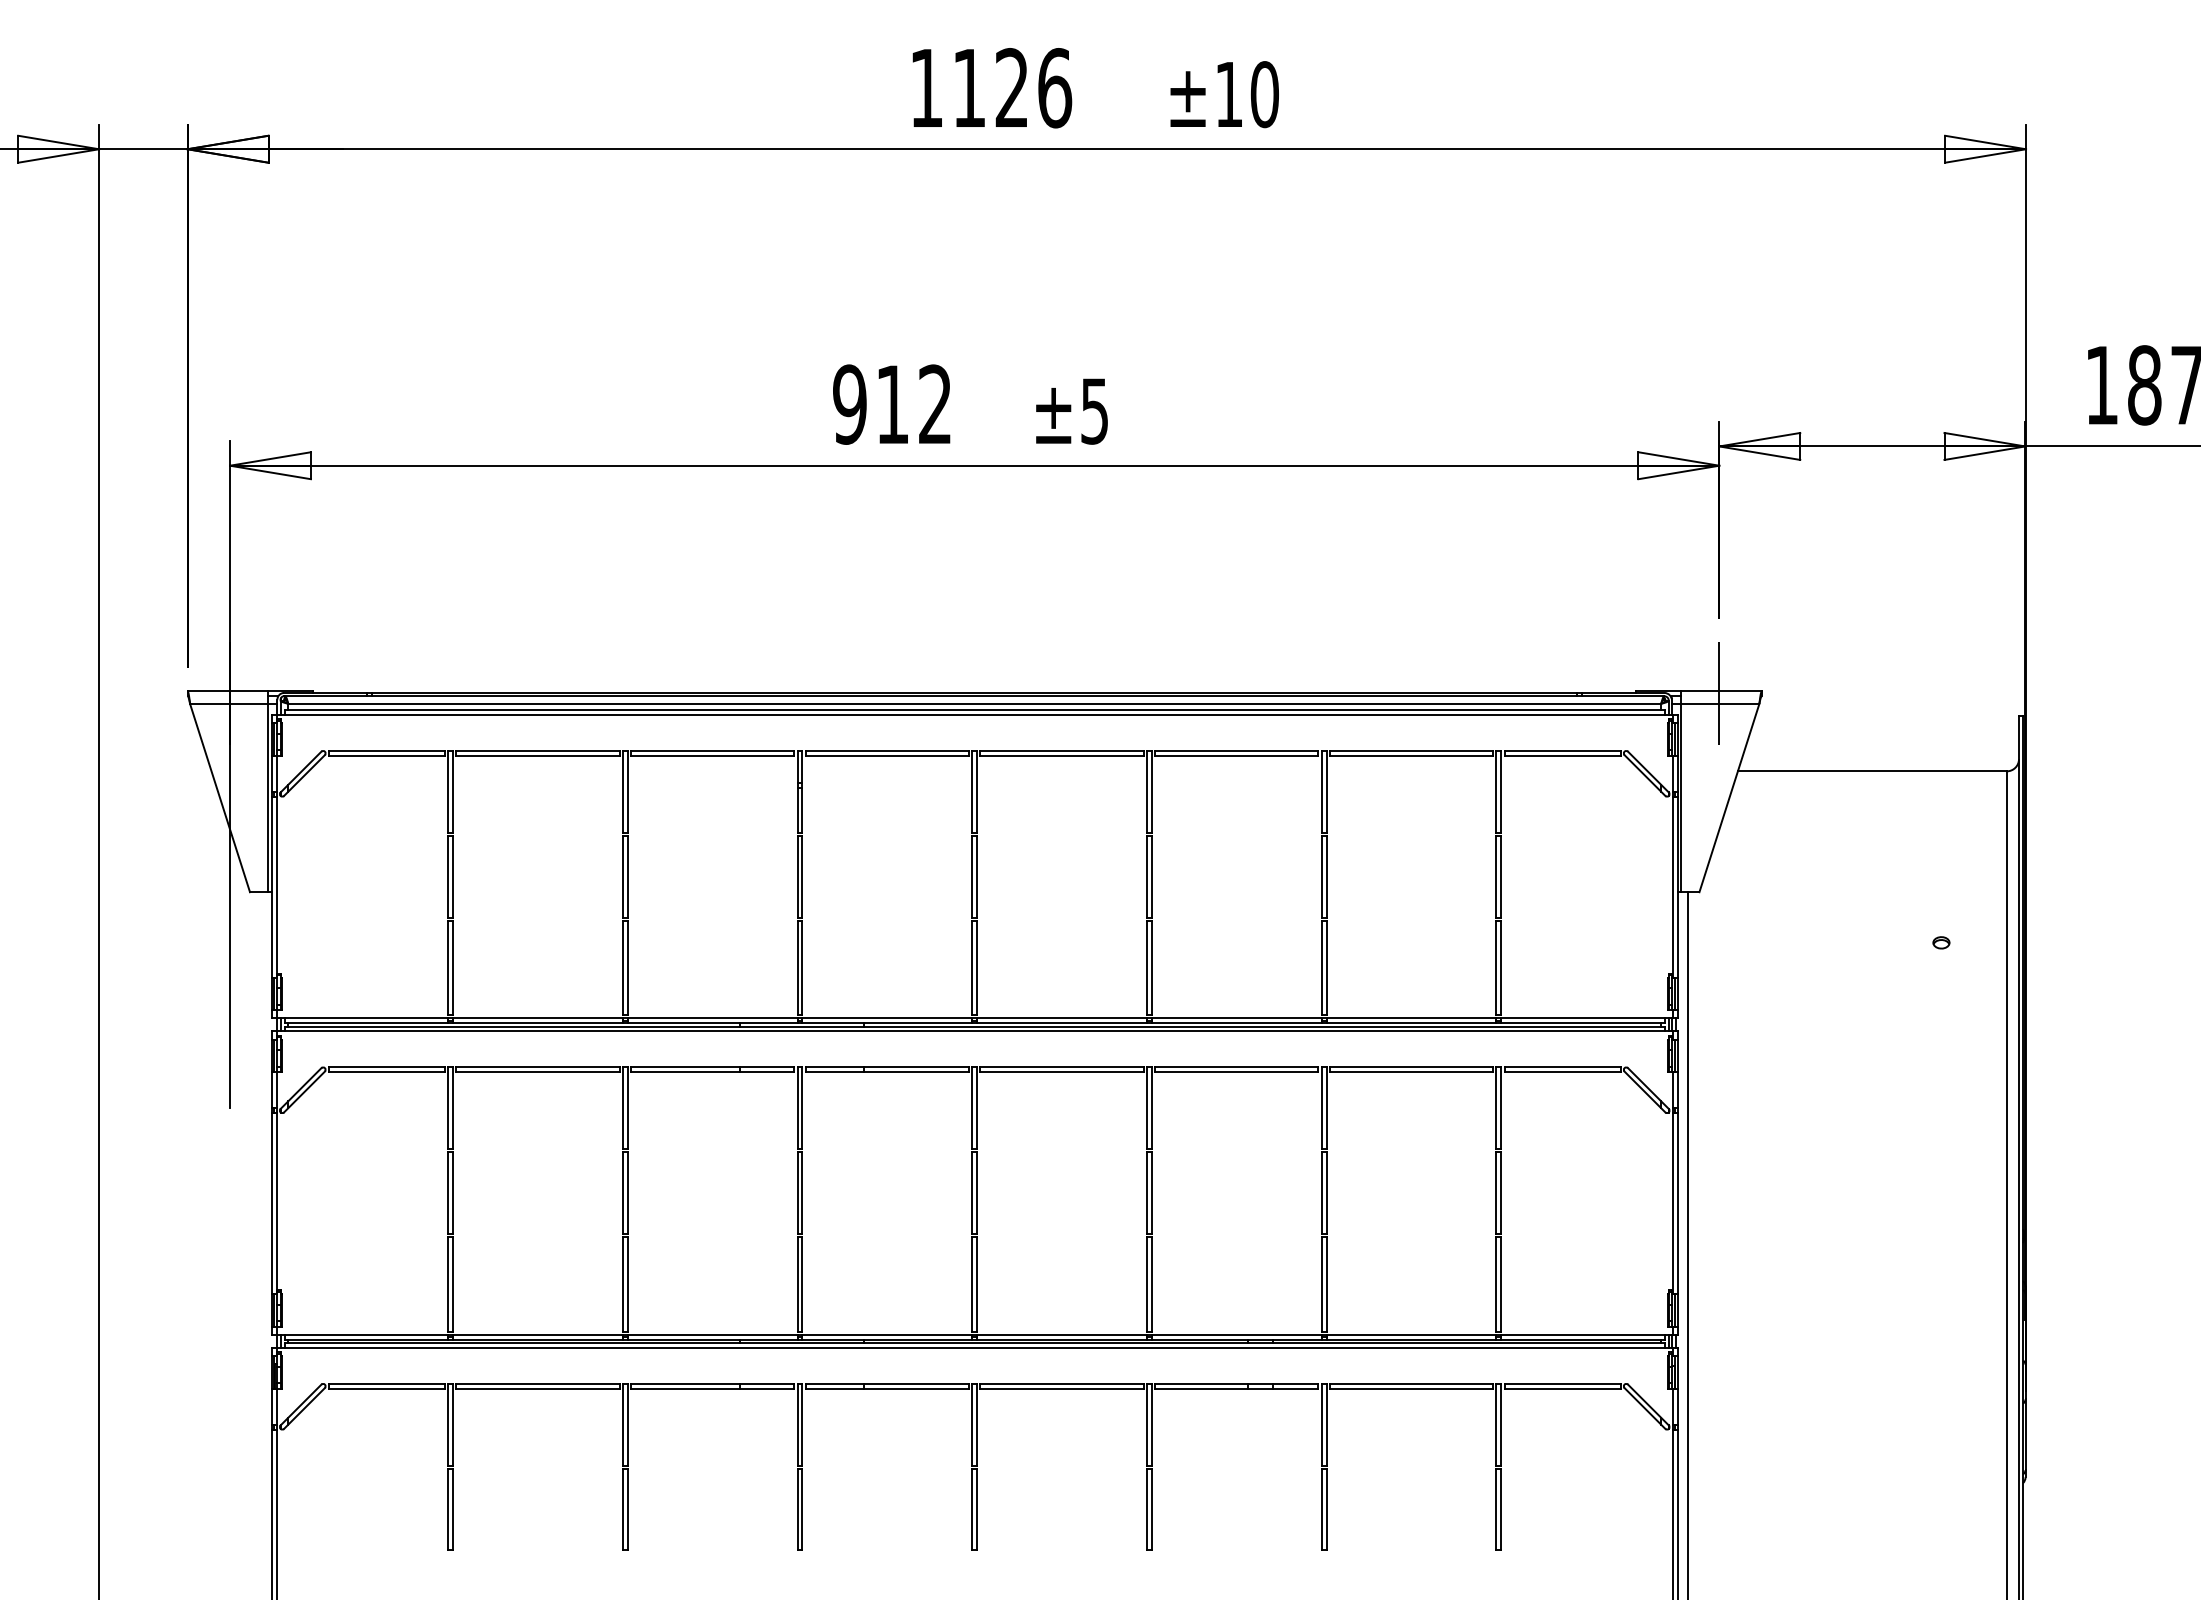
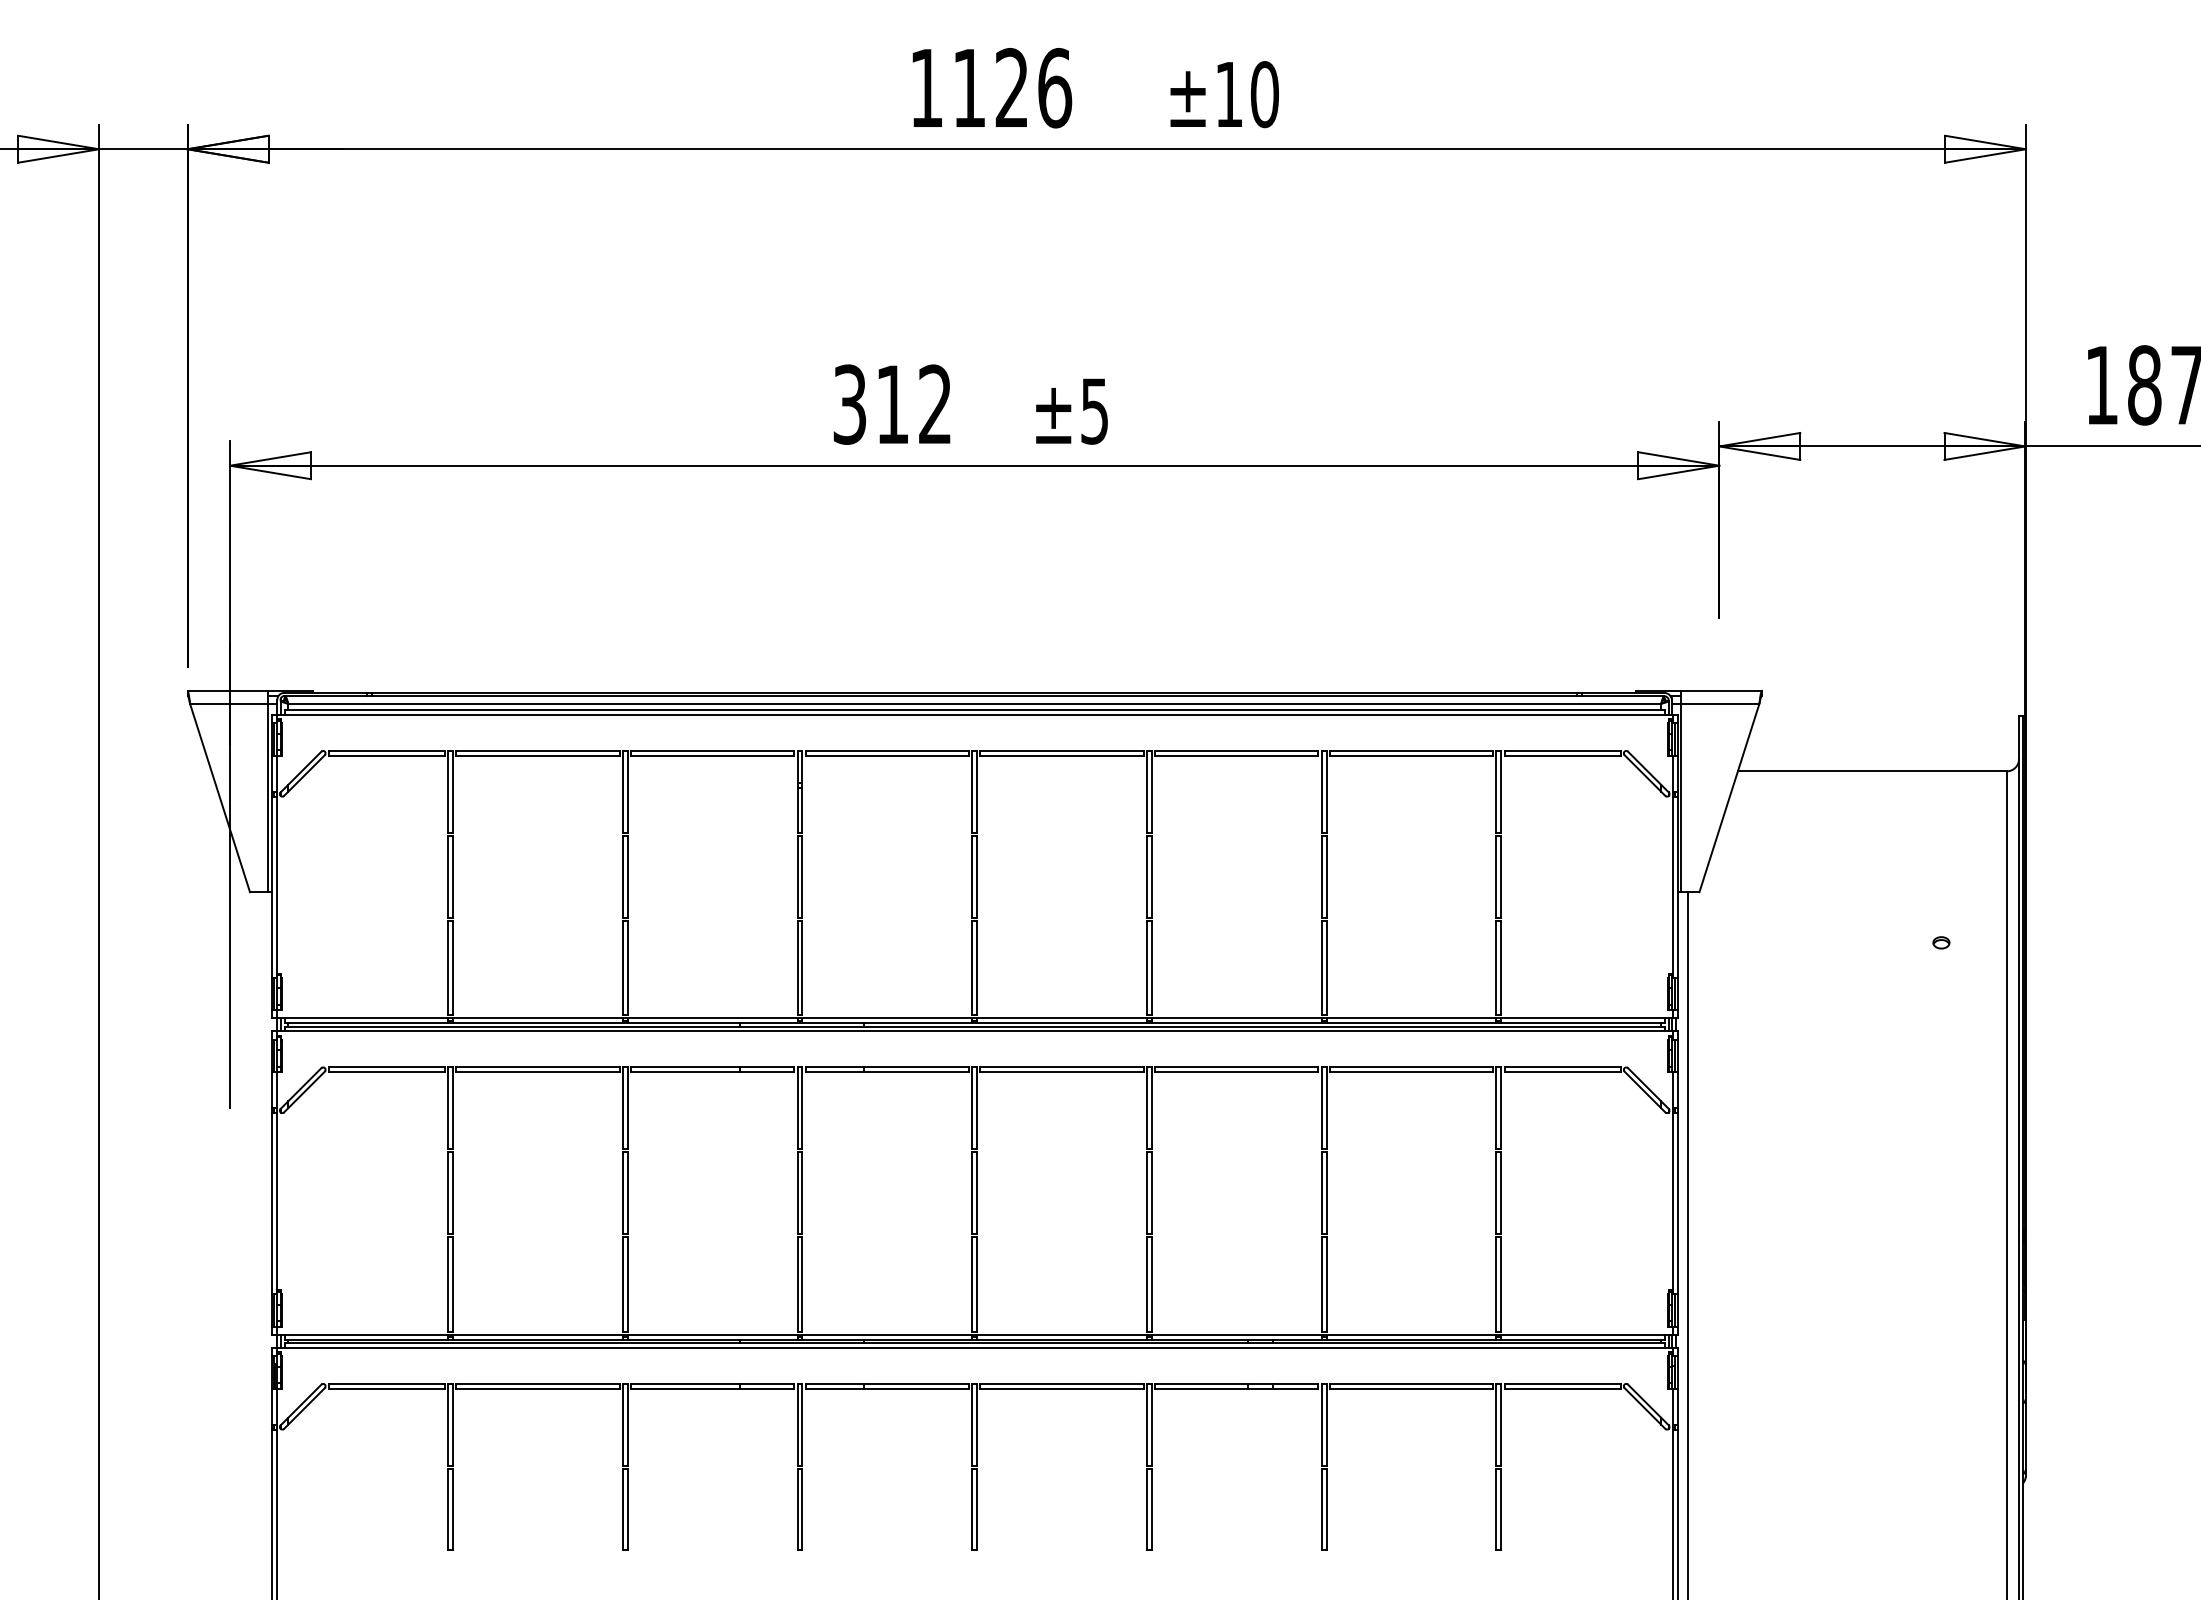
text at (849, 404): 912 -> 312
line at (1719, 693): present -> none
